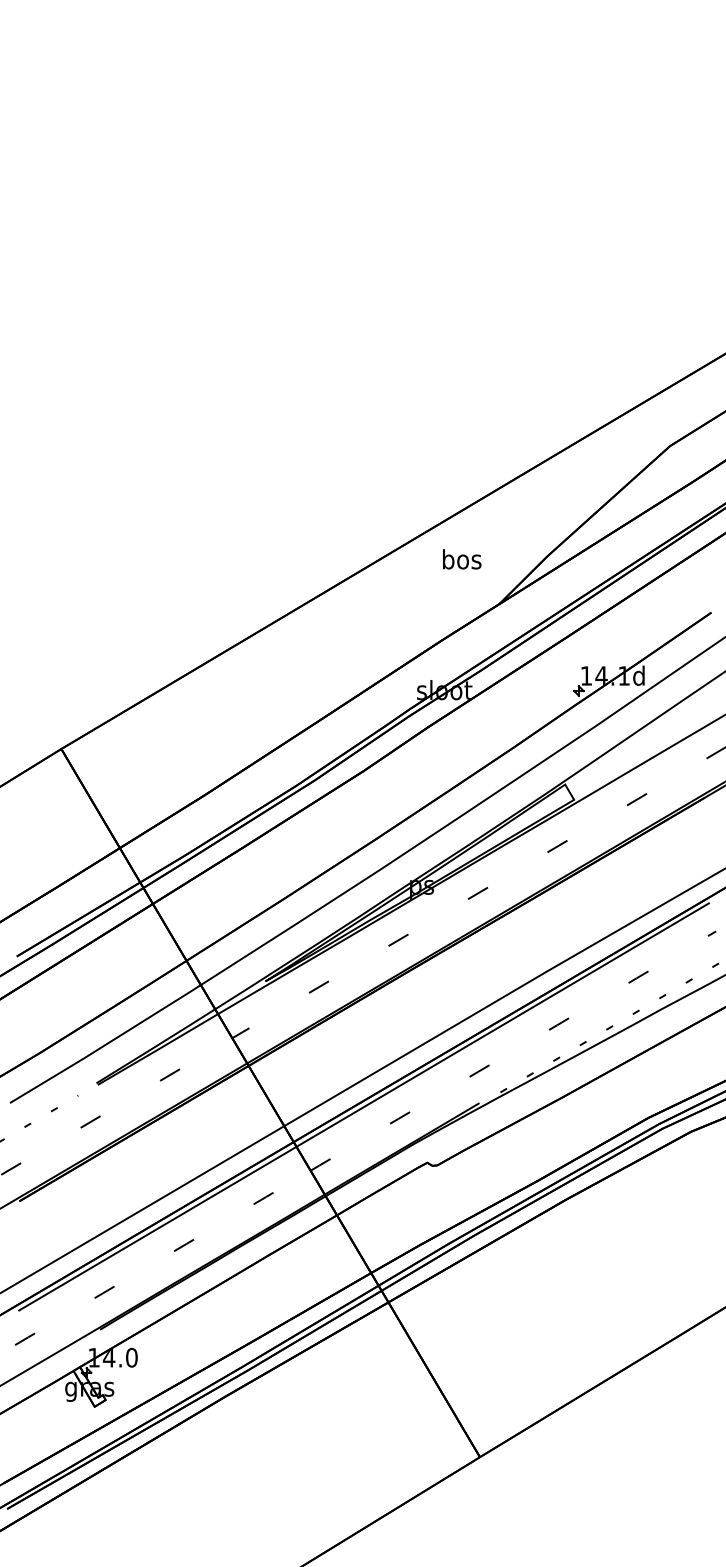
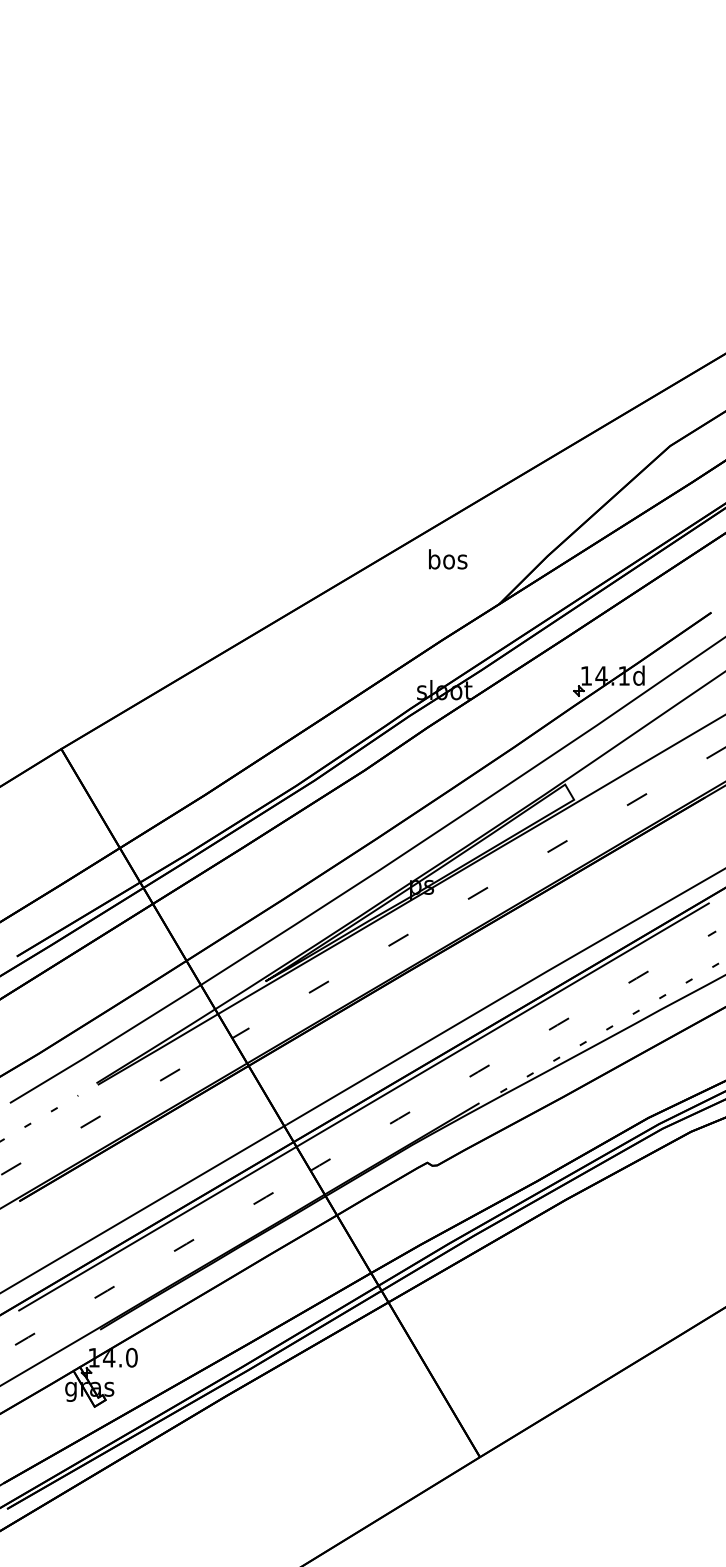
text at (462, 559) position: (462, 559) -> (448, 559)
